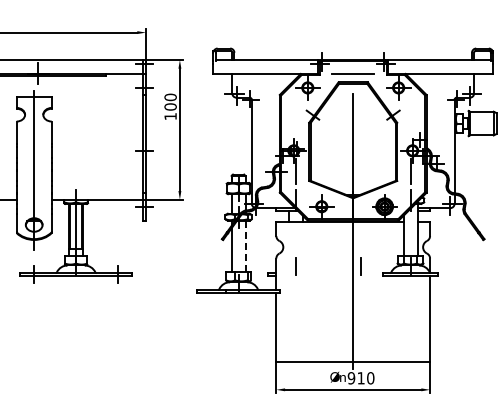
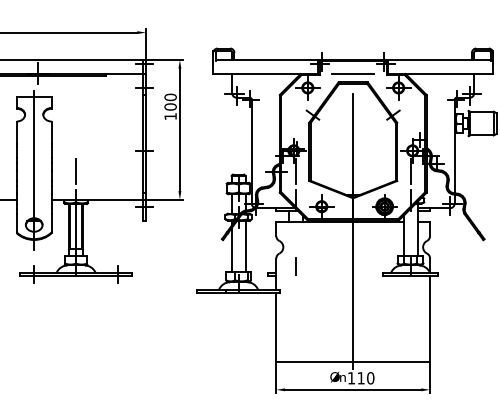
line at (76, 171): none -> present
line at (245, 246): dashed -> solid
line at (360, 266): present -> none
text at (351, 378): 910 -> 110
